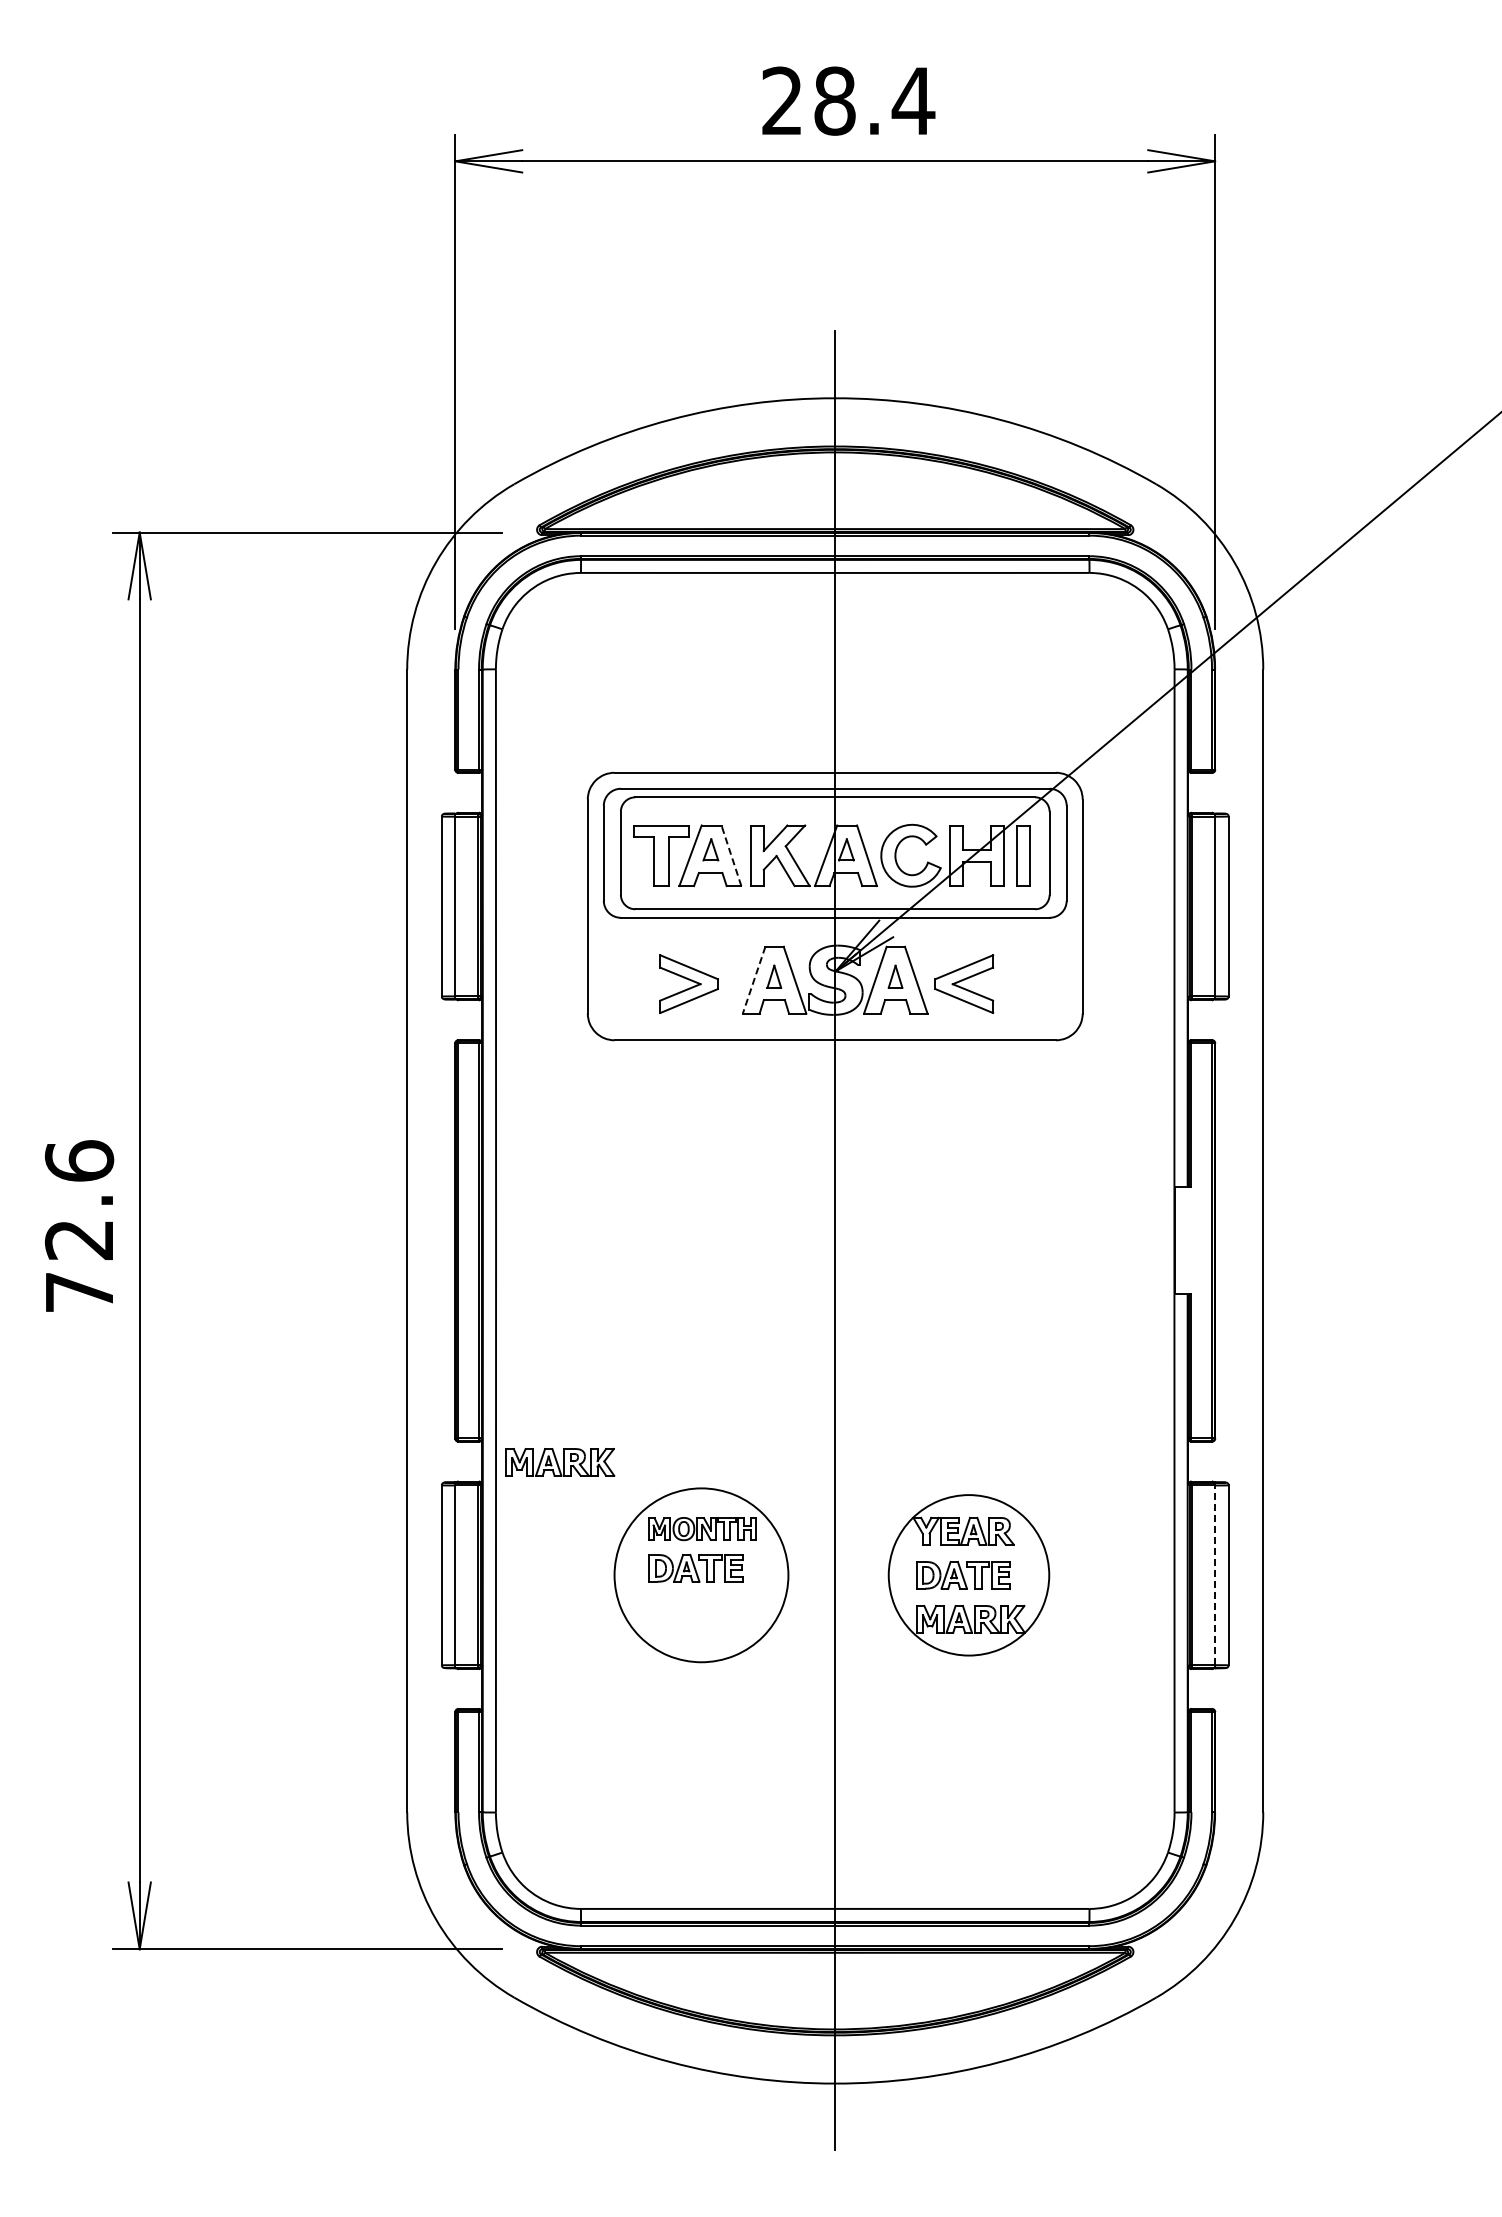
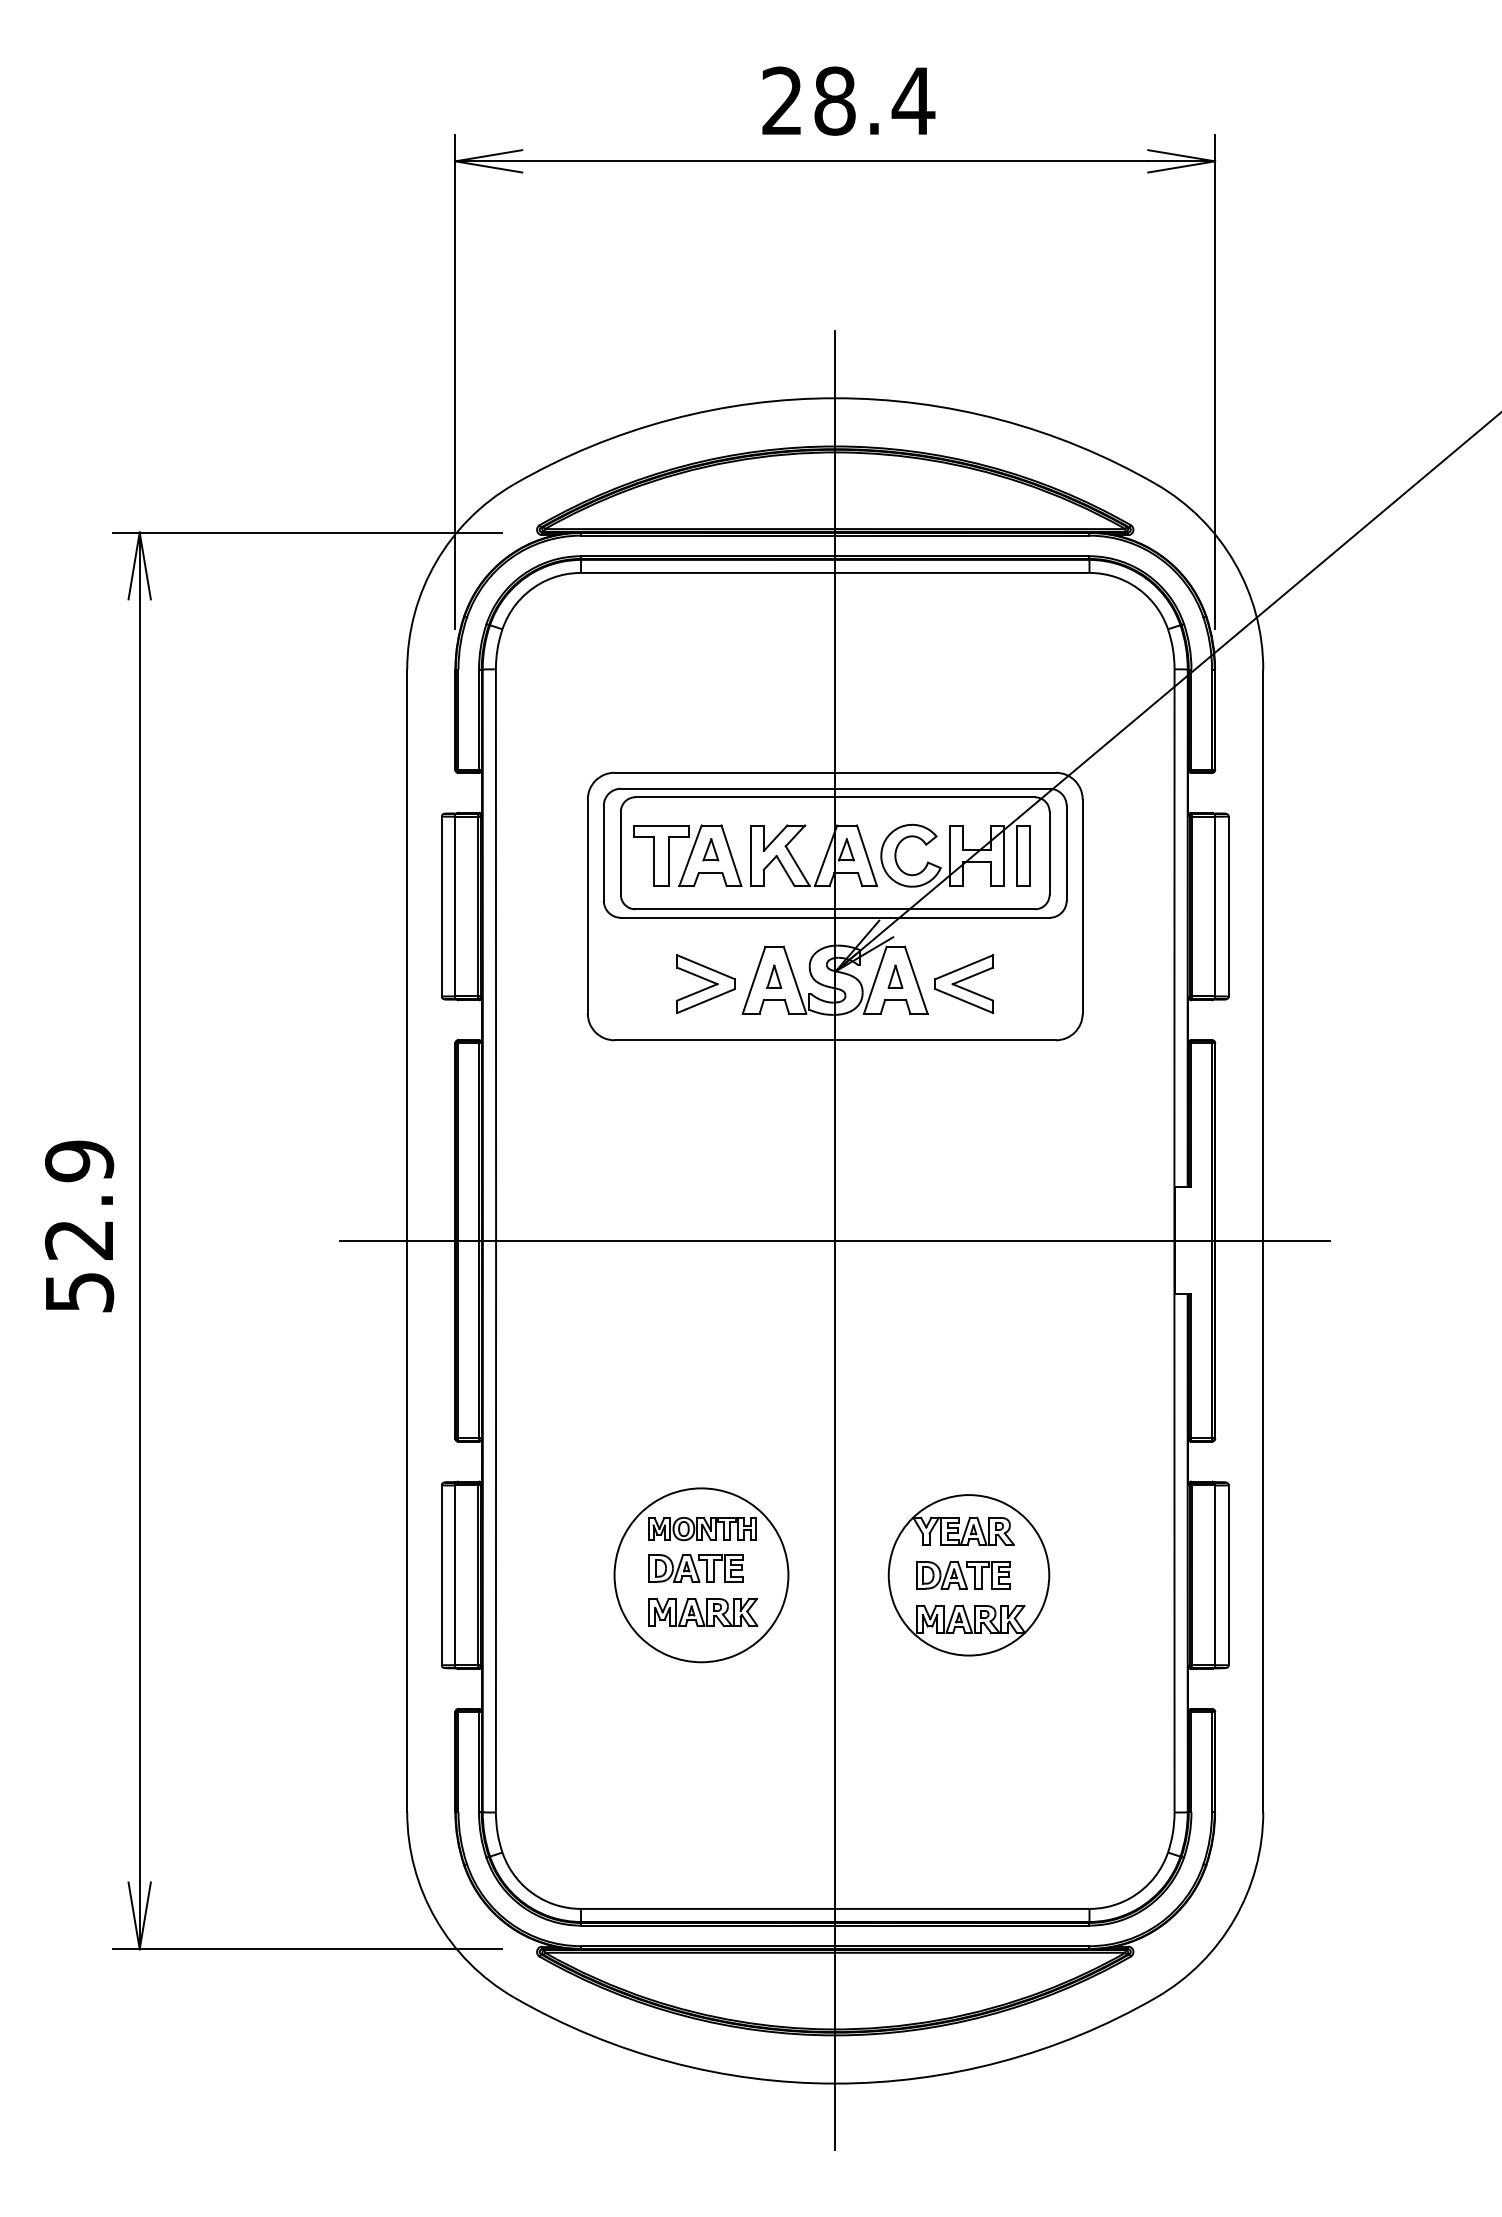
line at (731, 855): dashed -> solid
line at (753, 980): dashed -> solid
part at (688, 983) position: (688, 983) -> (705, 983)
text at (79, 1226): 72.6 -> 52.9
line at (835, 1240): none -> present
part at (560, 1462) position: (560, 1462) -> (703, 1612)
line at (1215, 1575): dashed -> solid
